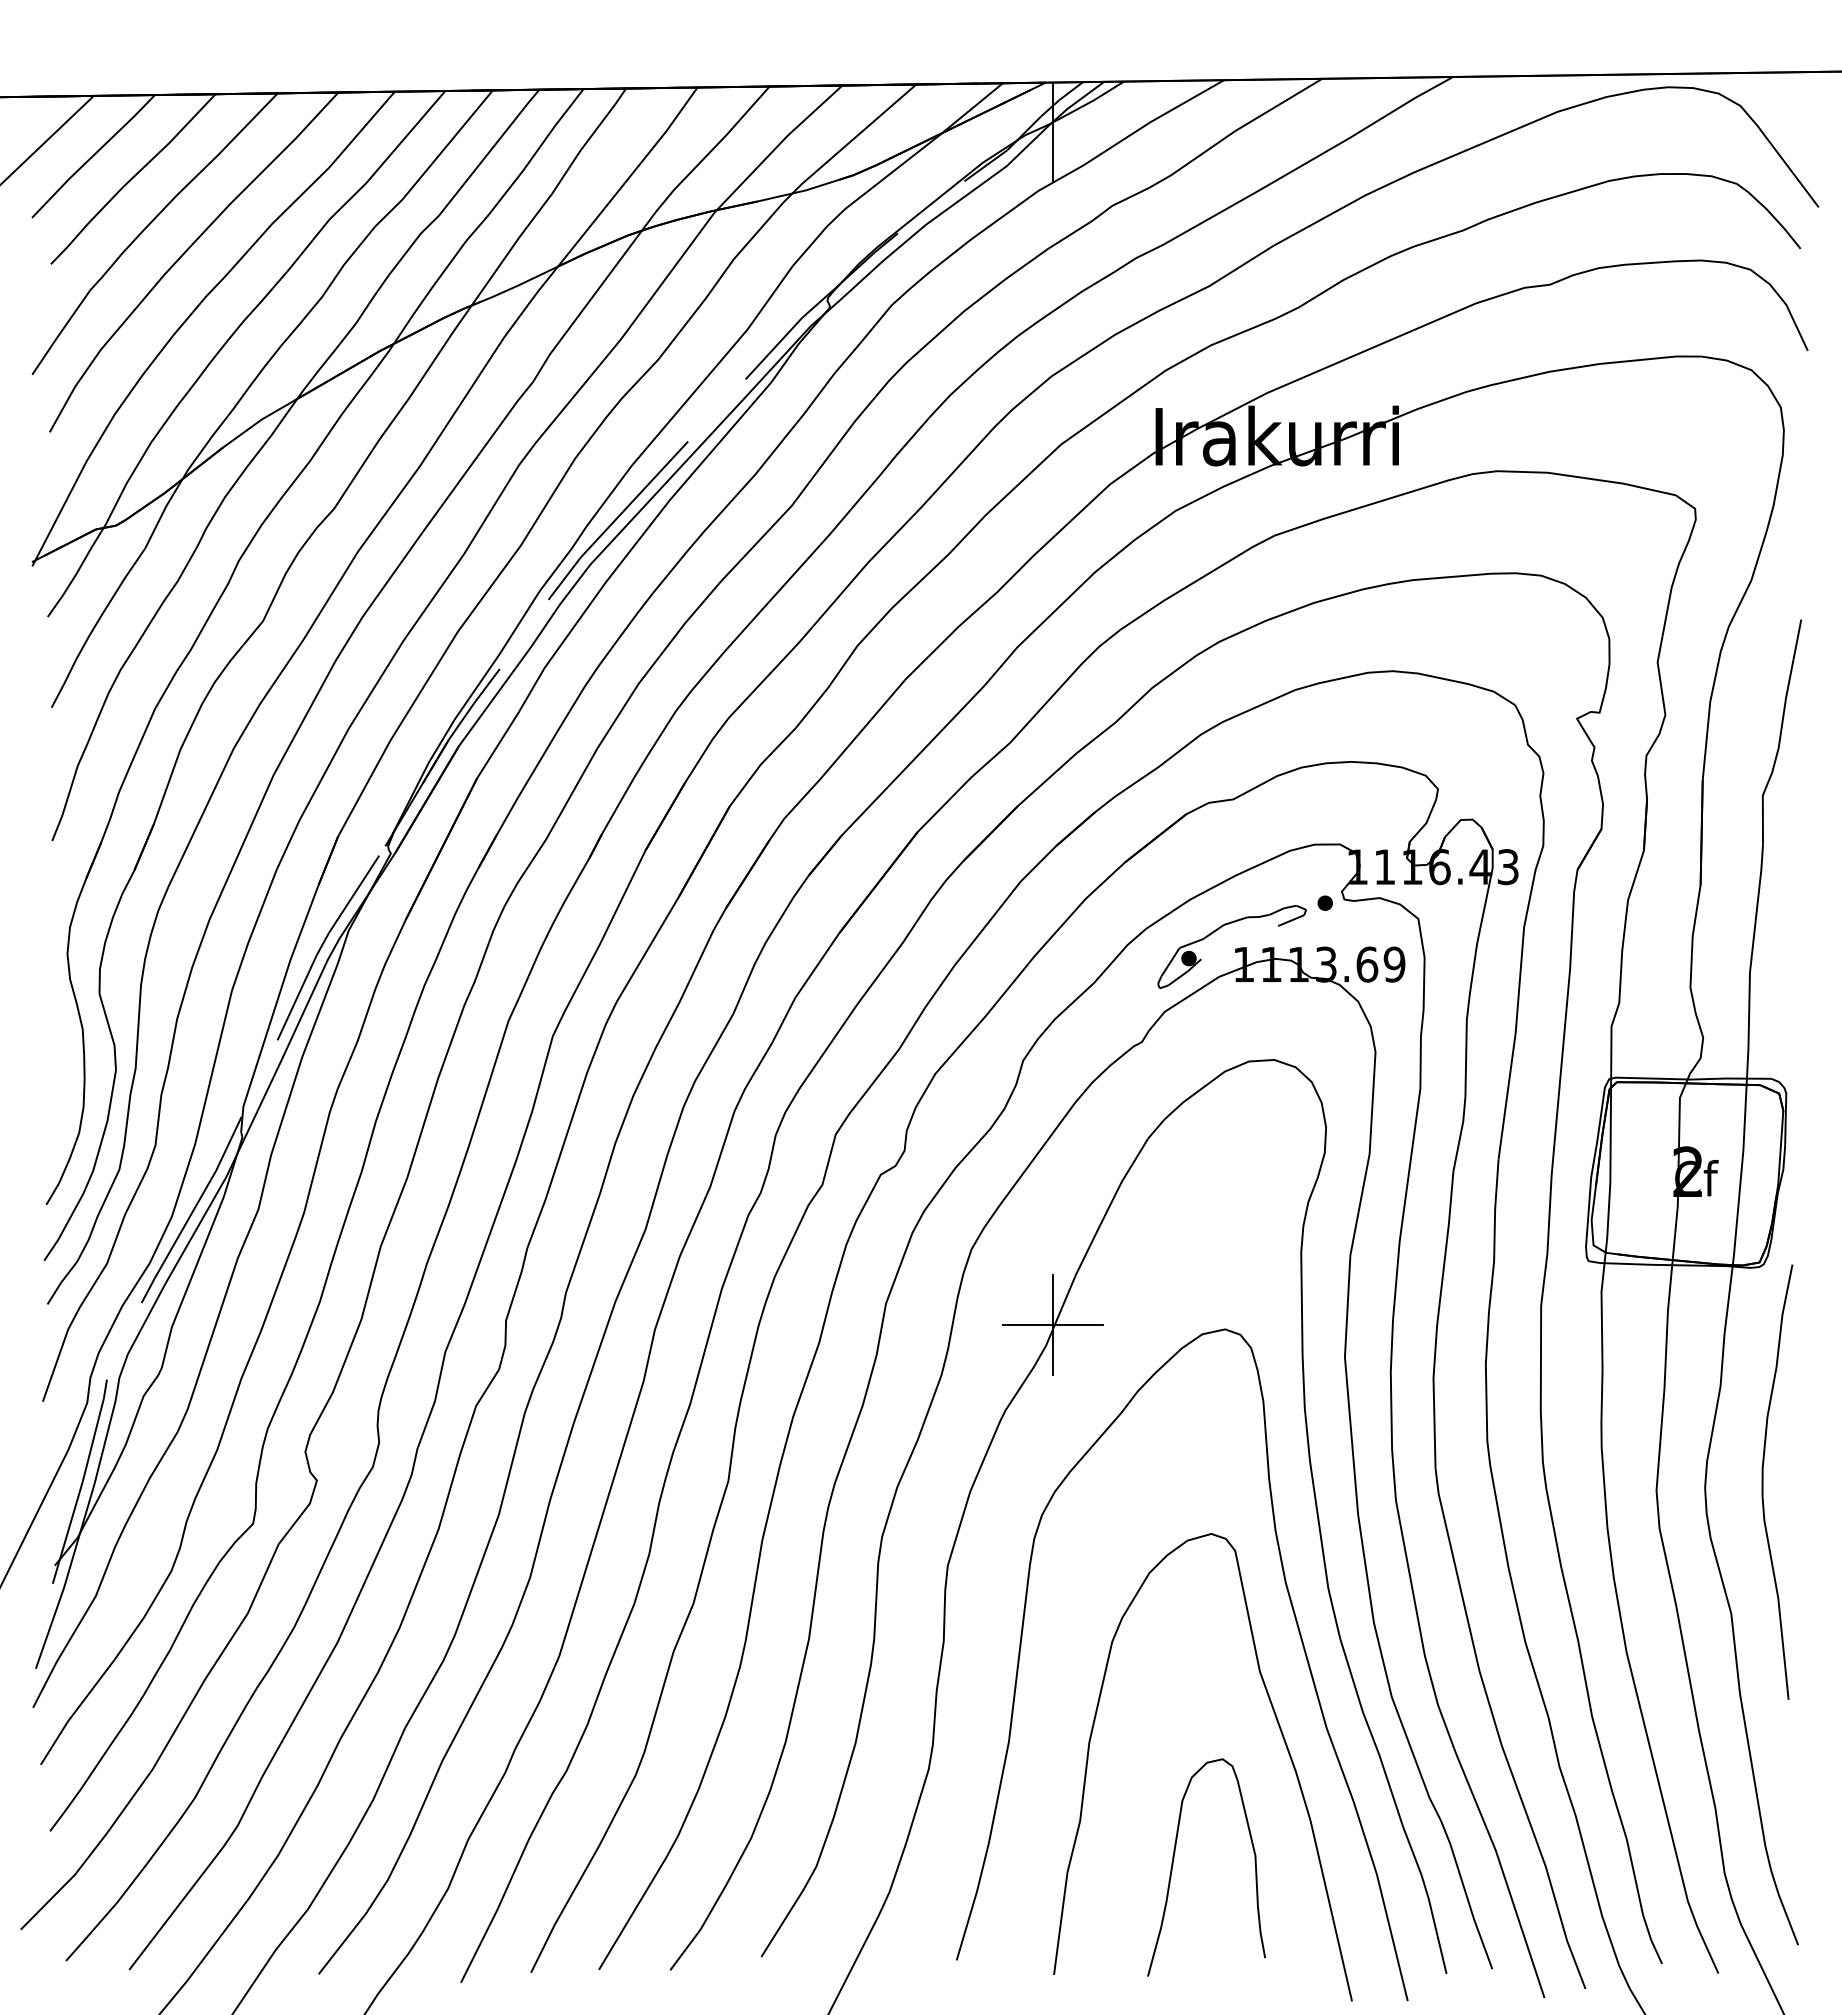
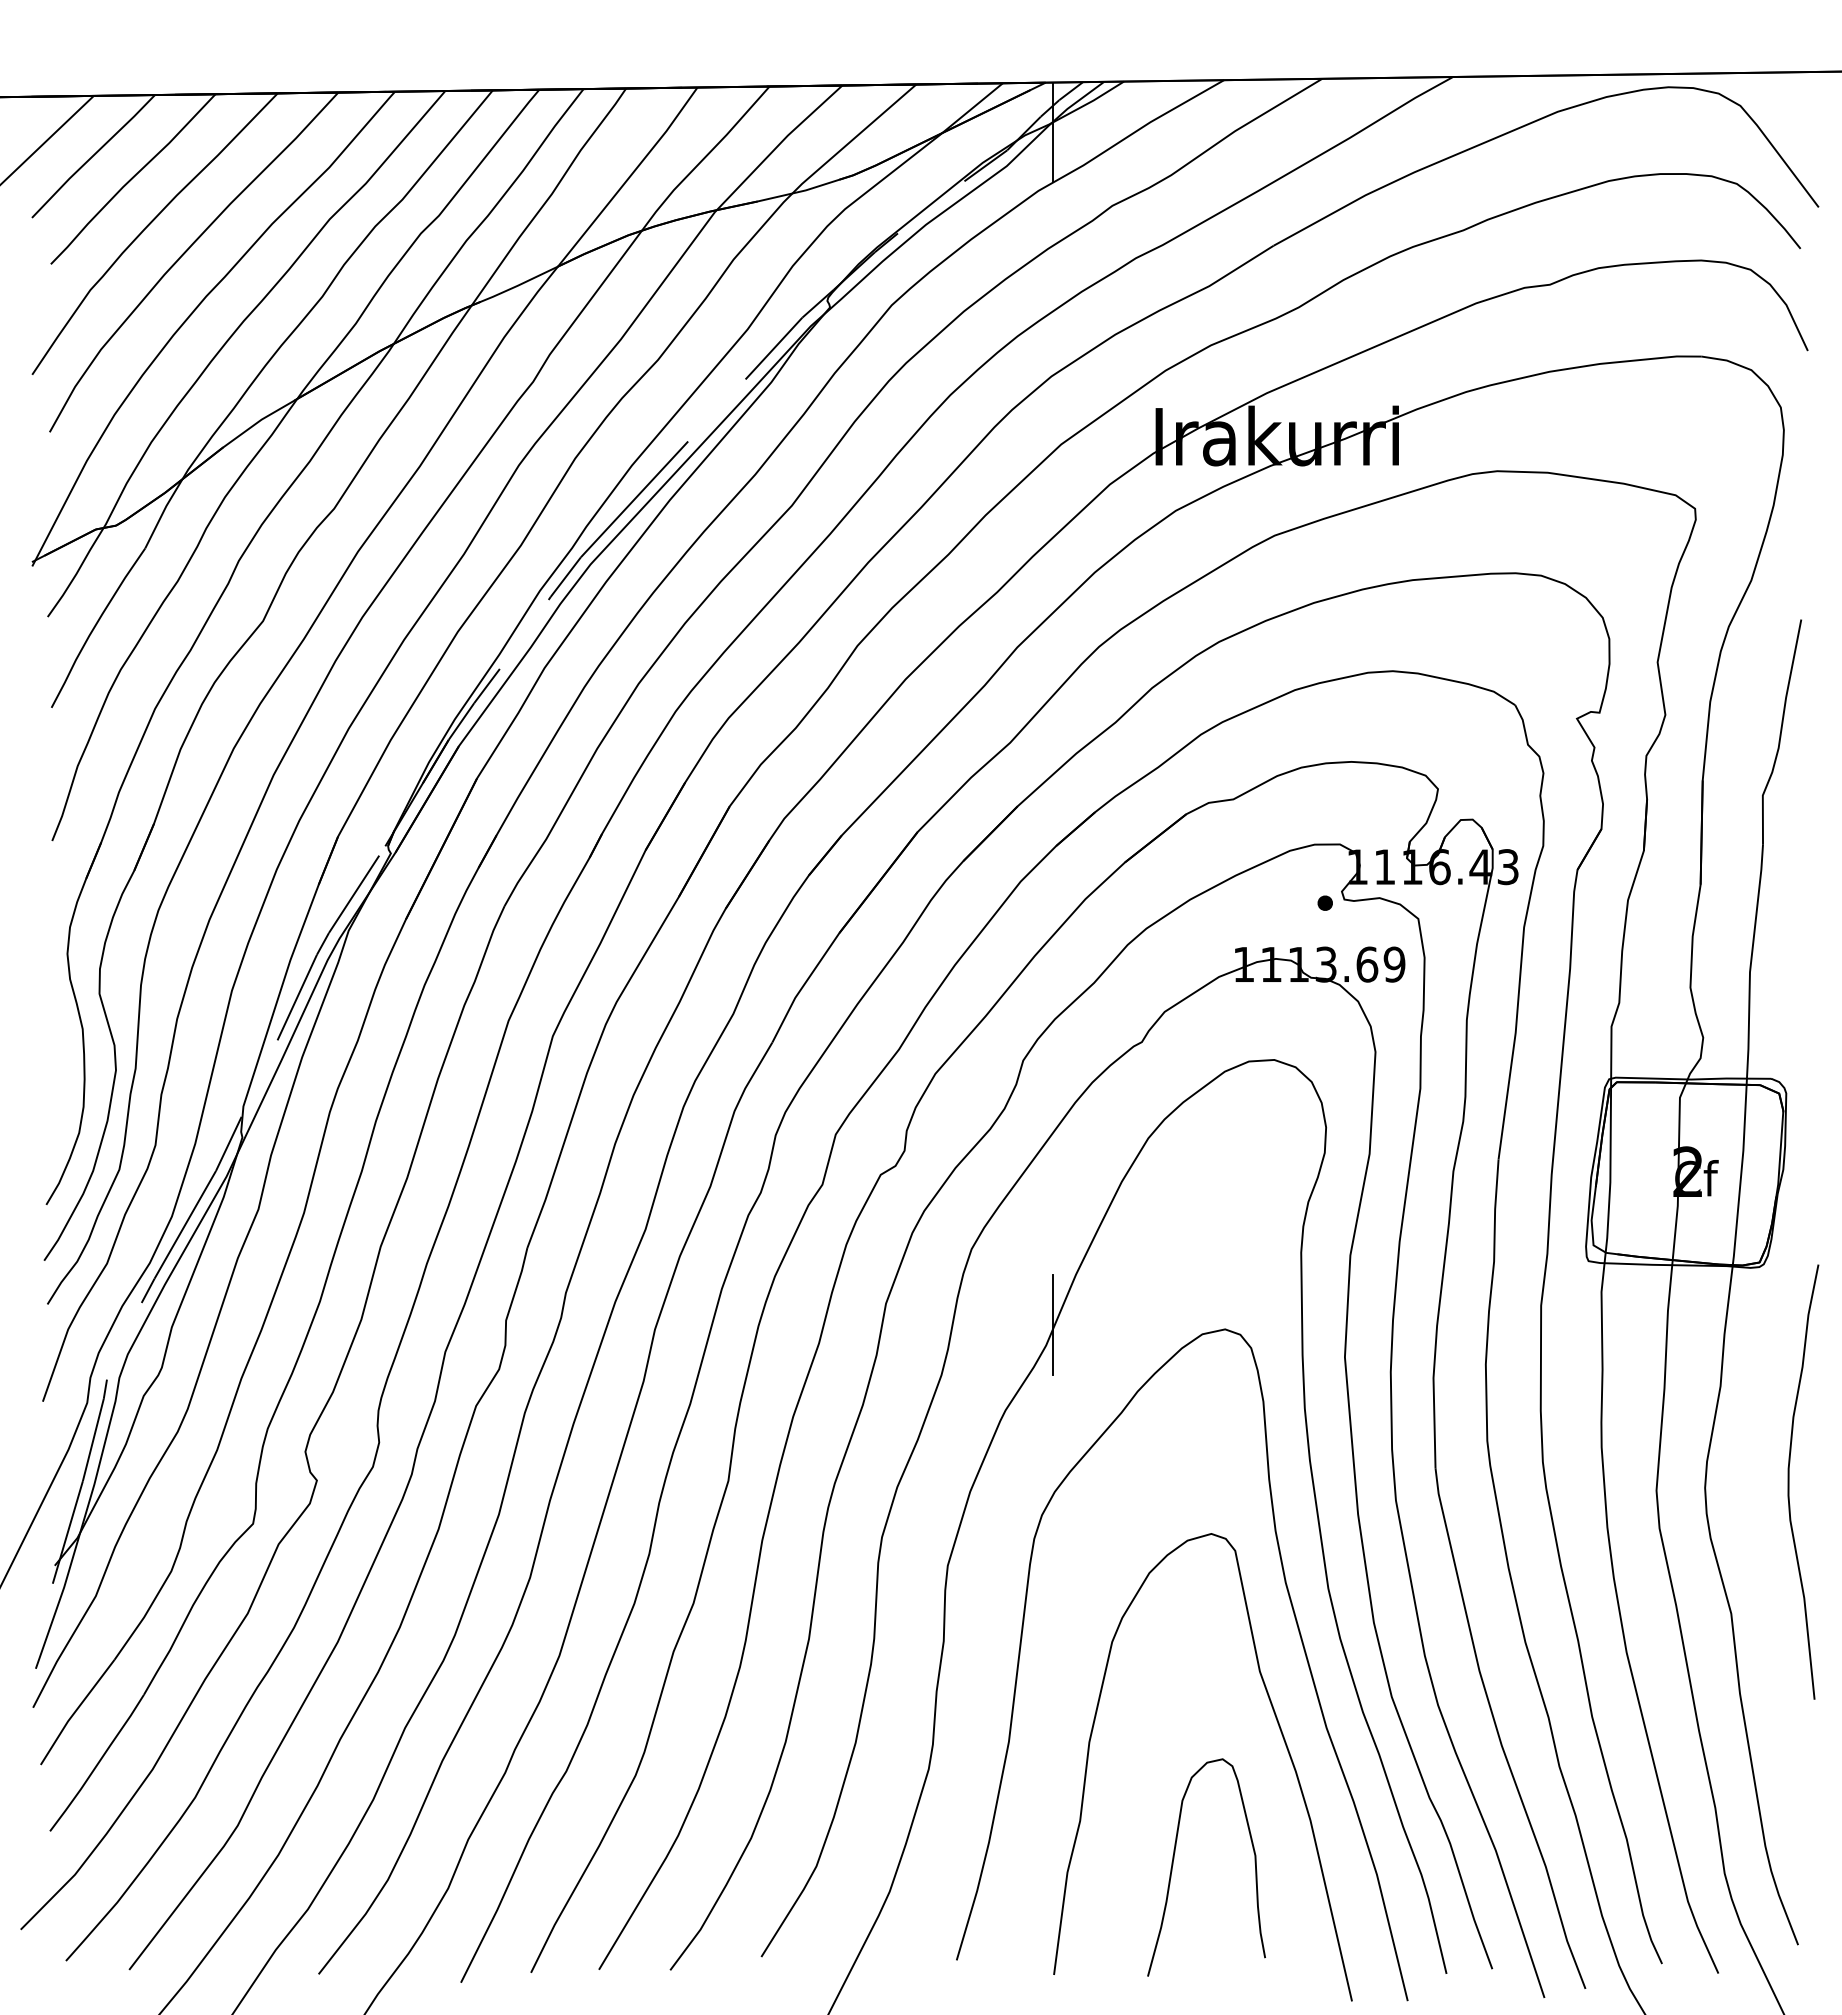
part at (1219, 929): present -> none
line at (1053, 1324): present -> none
curve at (1763, 1481) position: (1763, 1481) -> (1789, 1481)
